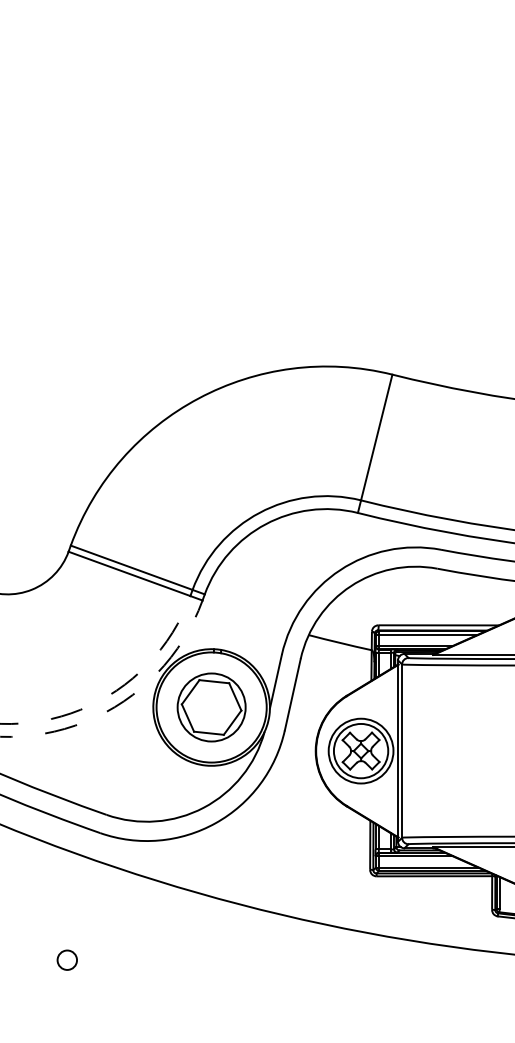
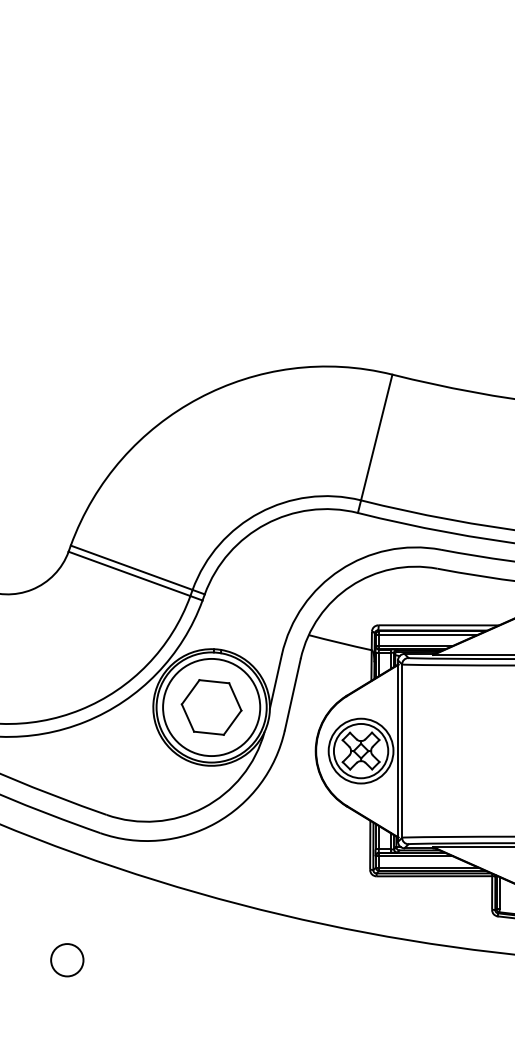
arc at (116, 690): dashed -> solid
arc at (123, 701): dashed -> solid
circle at (211, 707) diameter: 68 px -> 97 px
circle at (67, 959) diameter: 19 px -> 32 px
